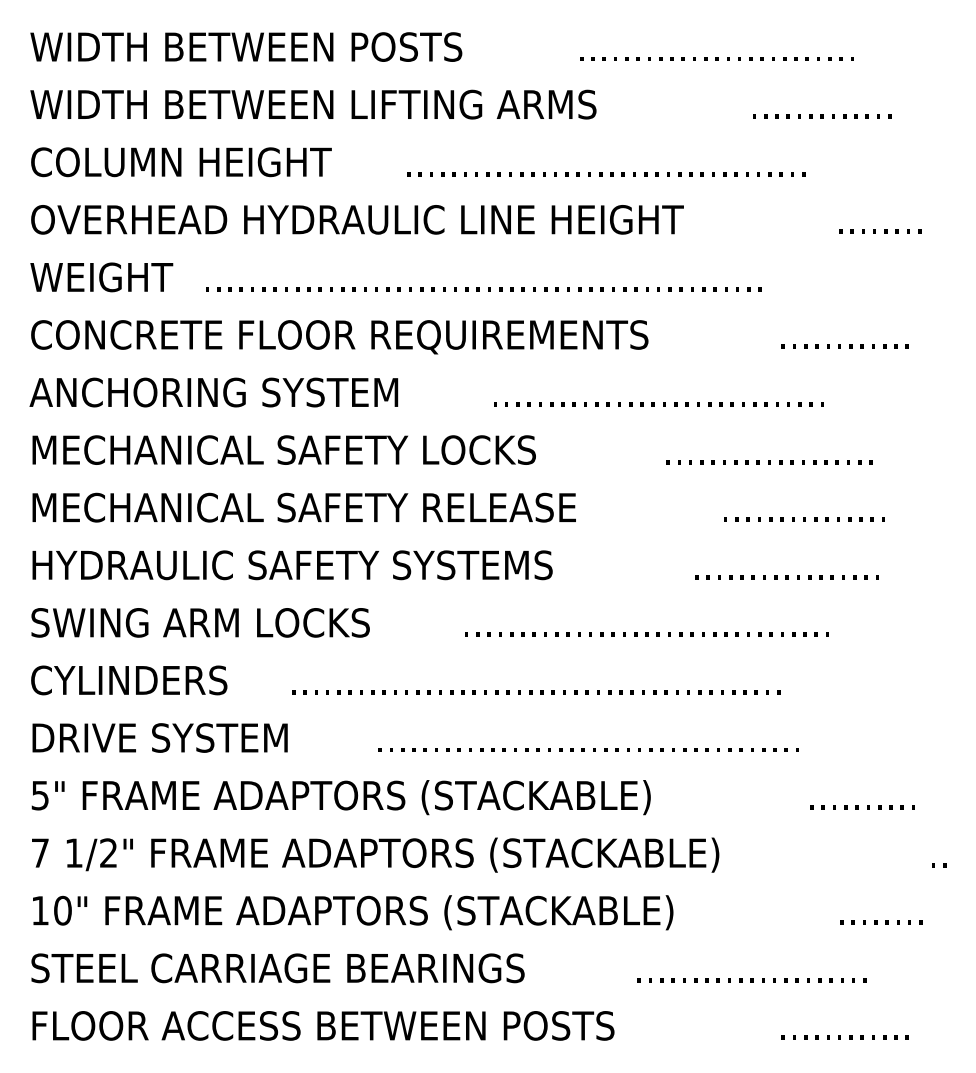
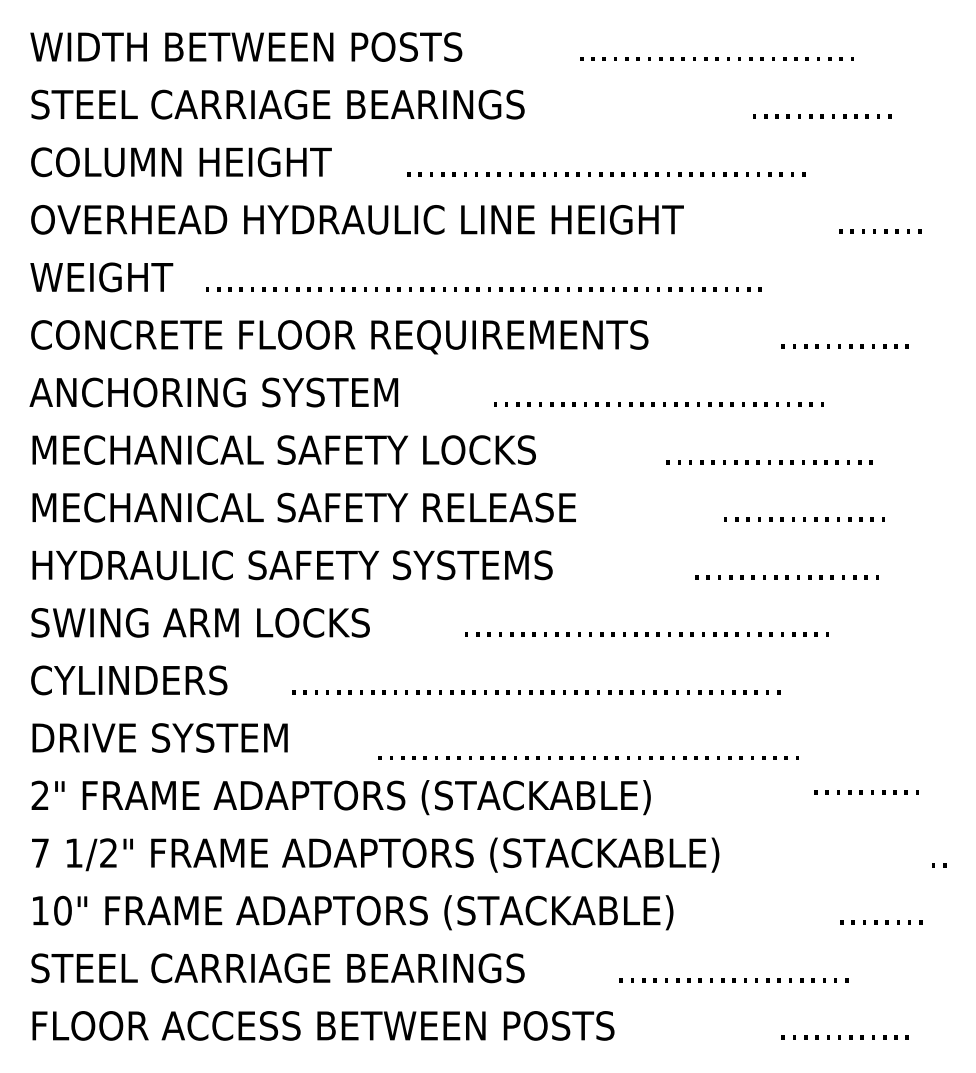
text at (313, 104): WIDTH BETWEEN LIFTING ARMS -> STEEL CARRIAGE BEARINGS
text at (588, 749) position: (588, 749) -> (588, 757)
text at (39, 795): 5" -> 2"
text at (862, 807) position: (862, 807) -> (866, 792)
text at (751, 980) position: (751, 980) -> (733, 980)
